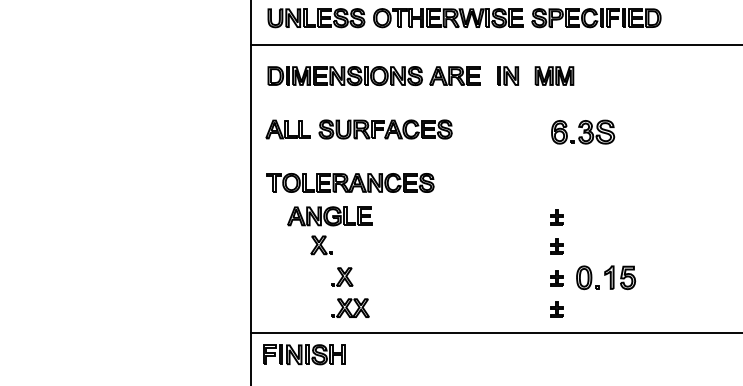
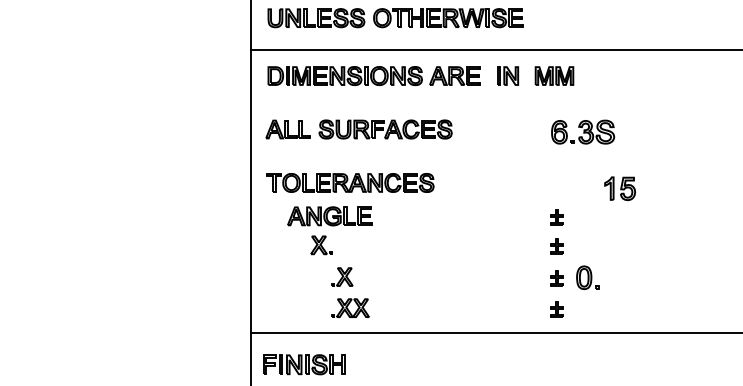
part at (596, 18): present -> none
line at (494, 44) position: (494, 44) -> (494, 49)
part at (620, 277) position: (620, 277) -> (620, 188)
part at (304, 354) position: (304, 354) -> (304, 364)
